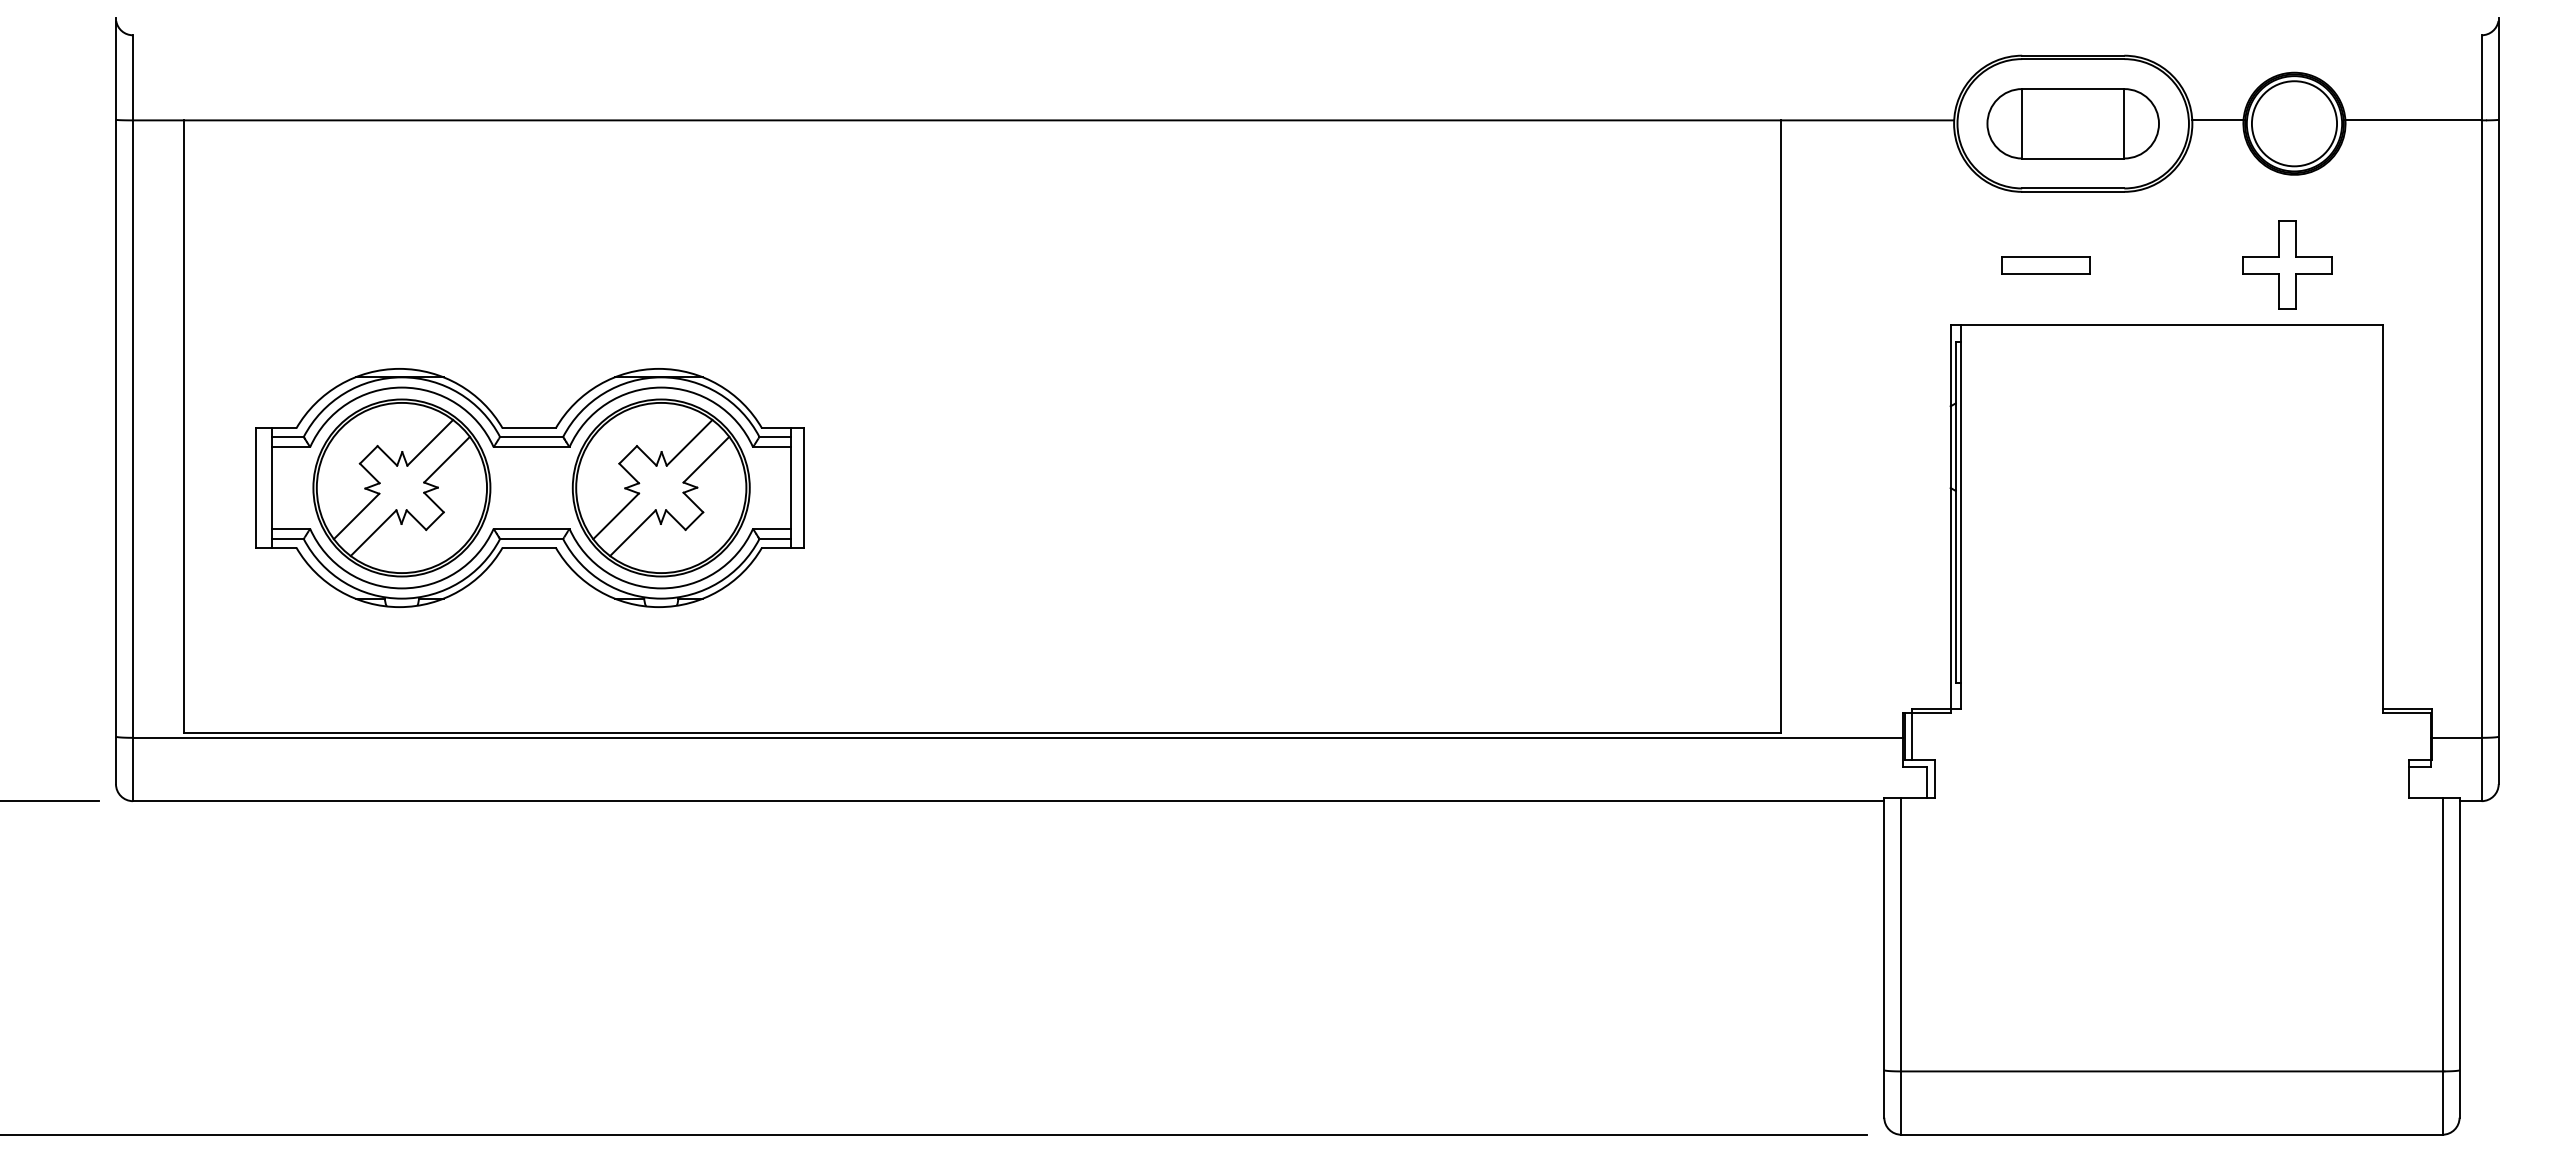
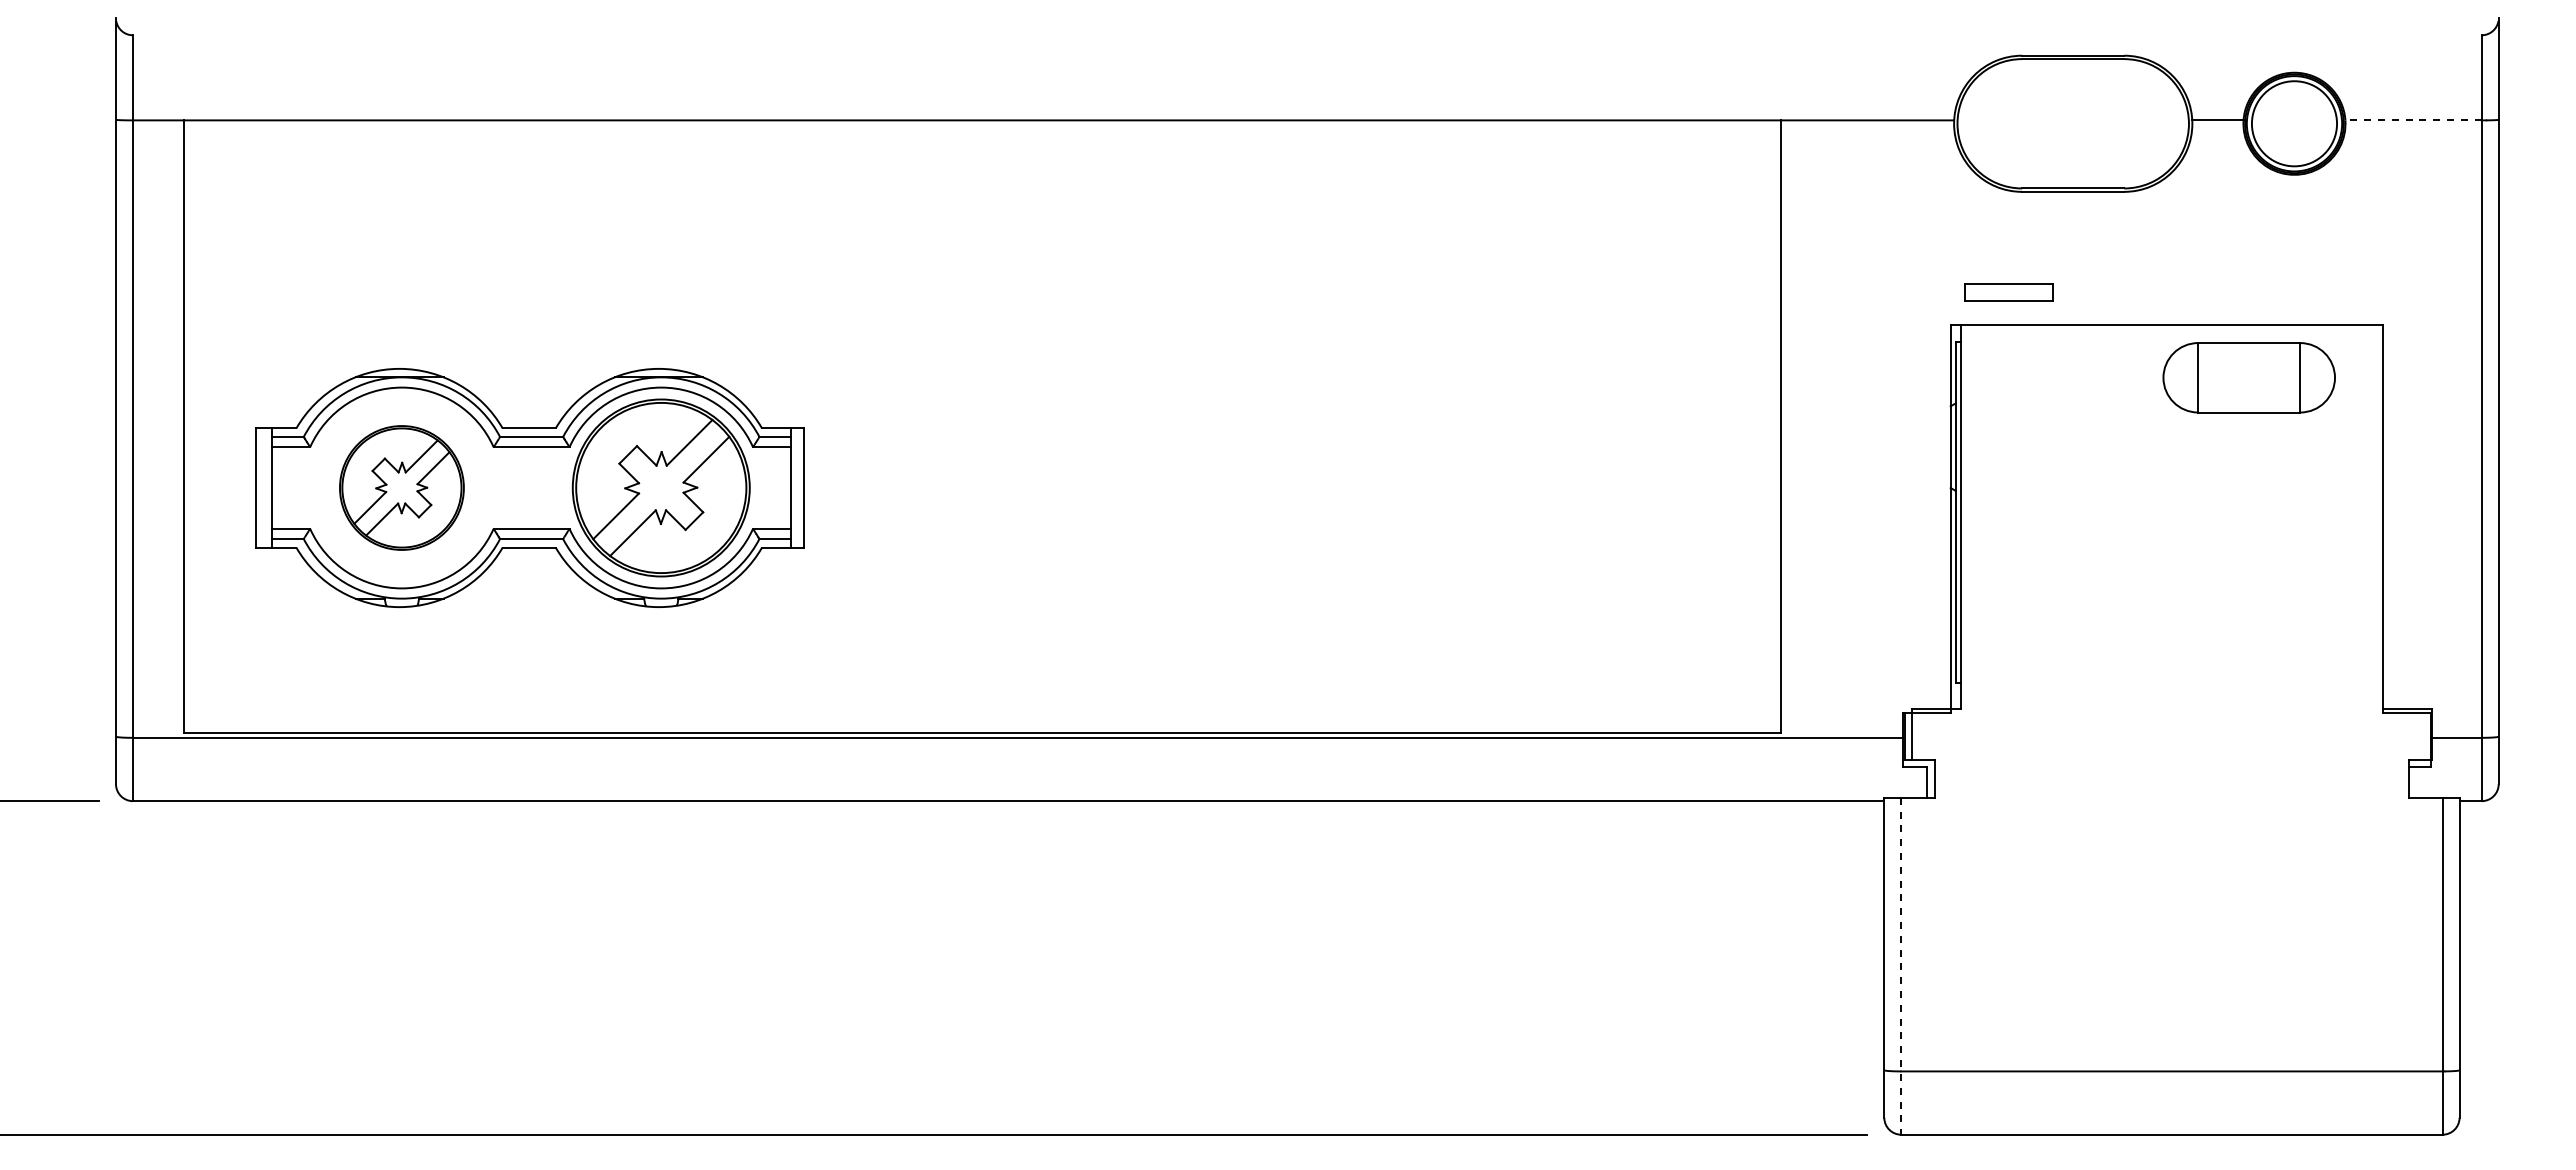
line at (2413, 120): solid -> dashed
part at (2072, 123) position: (2072, 123) -> (2248, 377)
part at (2287, 264): present -> none
part at (2045, 265) position: (2045, 265) -> (2008, 292)
part at (401, 487) size: 180x180 px -> 126x126 px
line at (1901, 966): solid -> dashed
